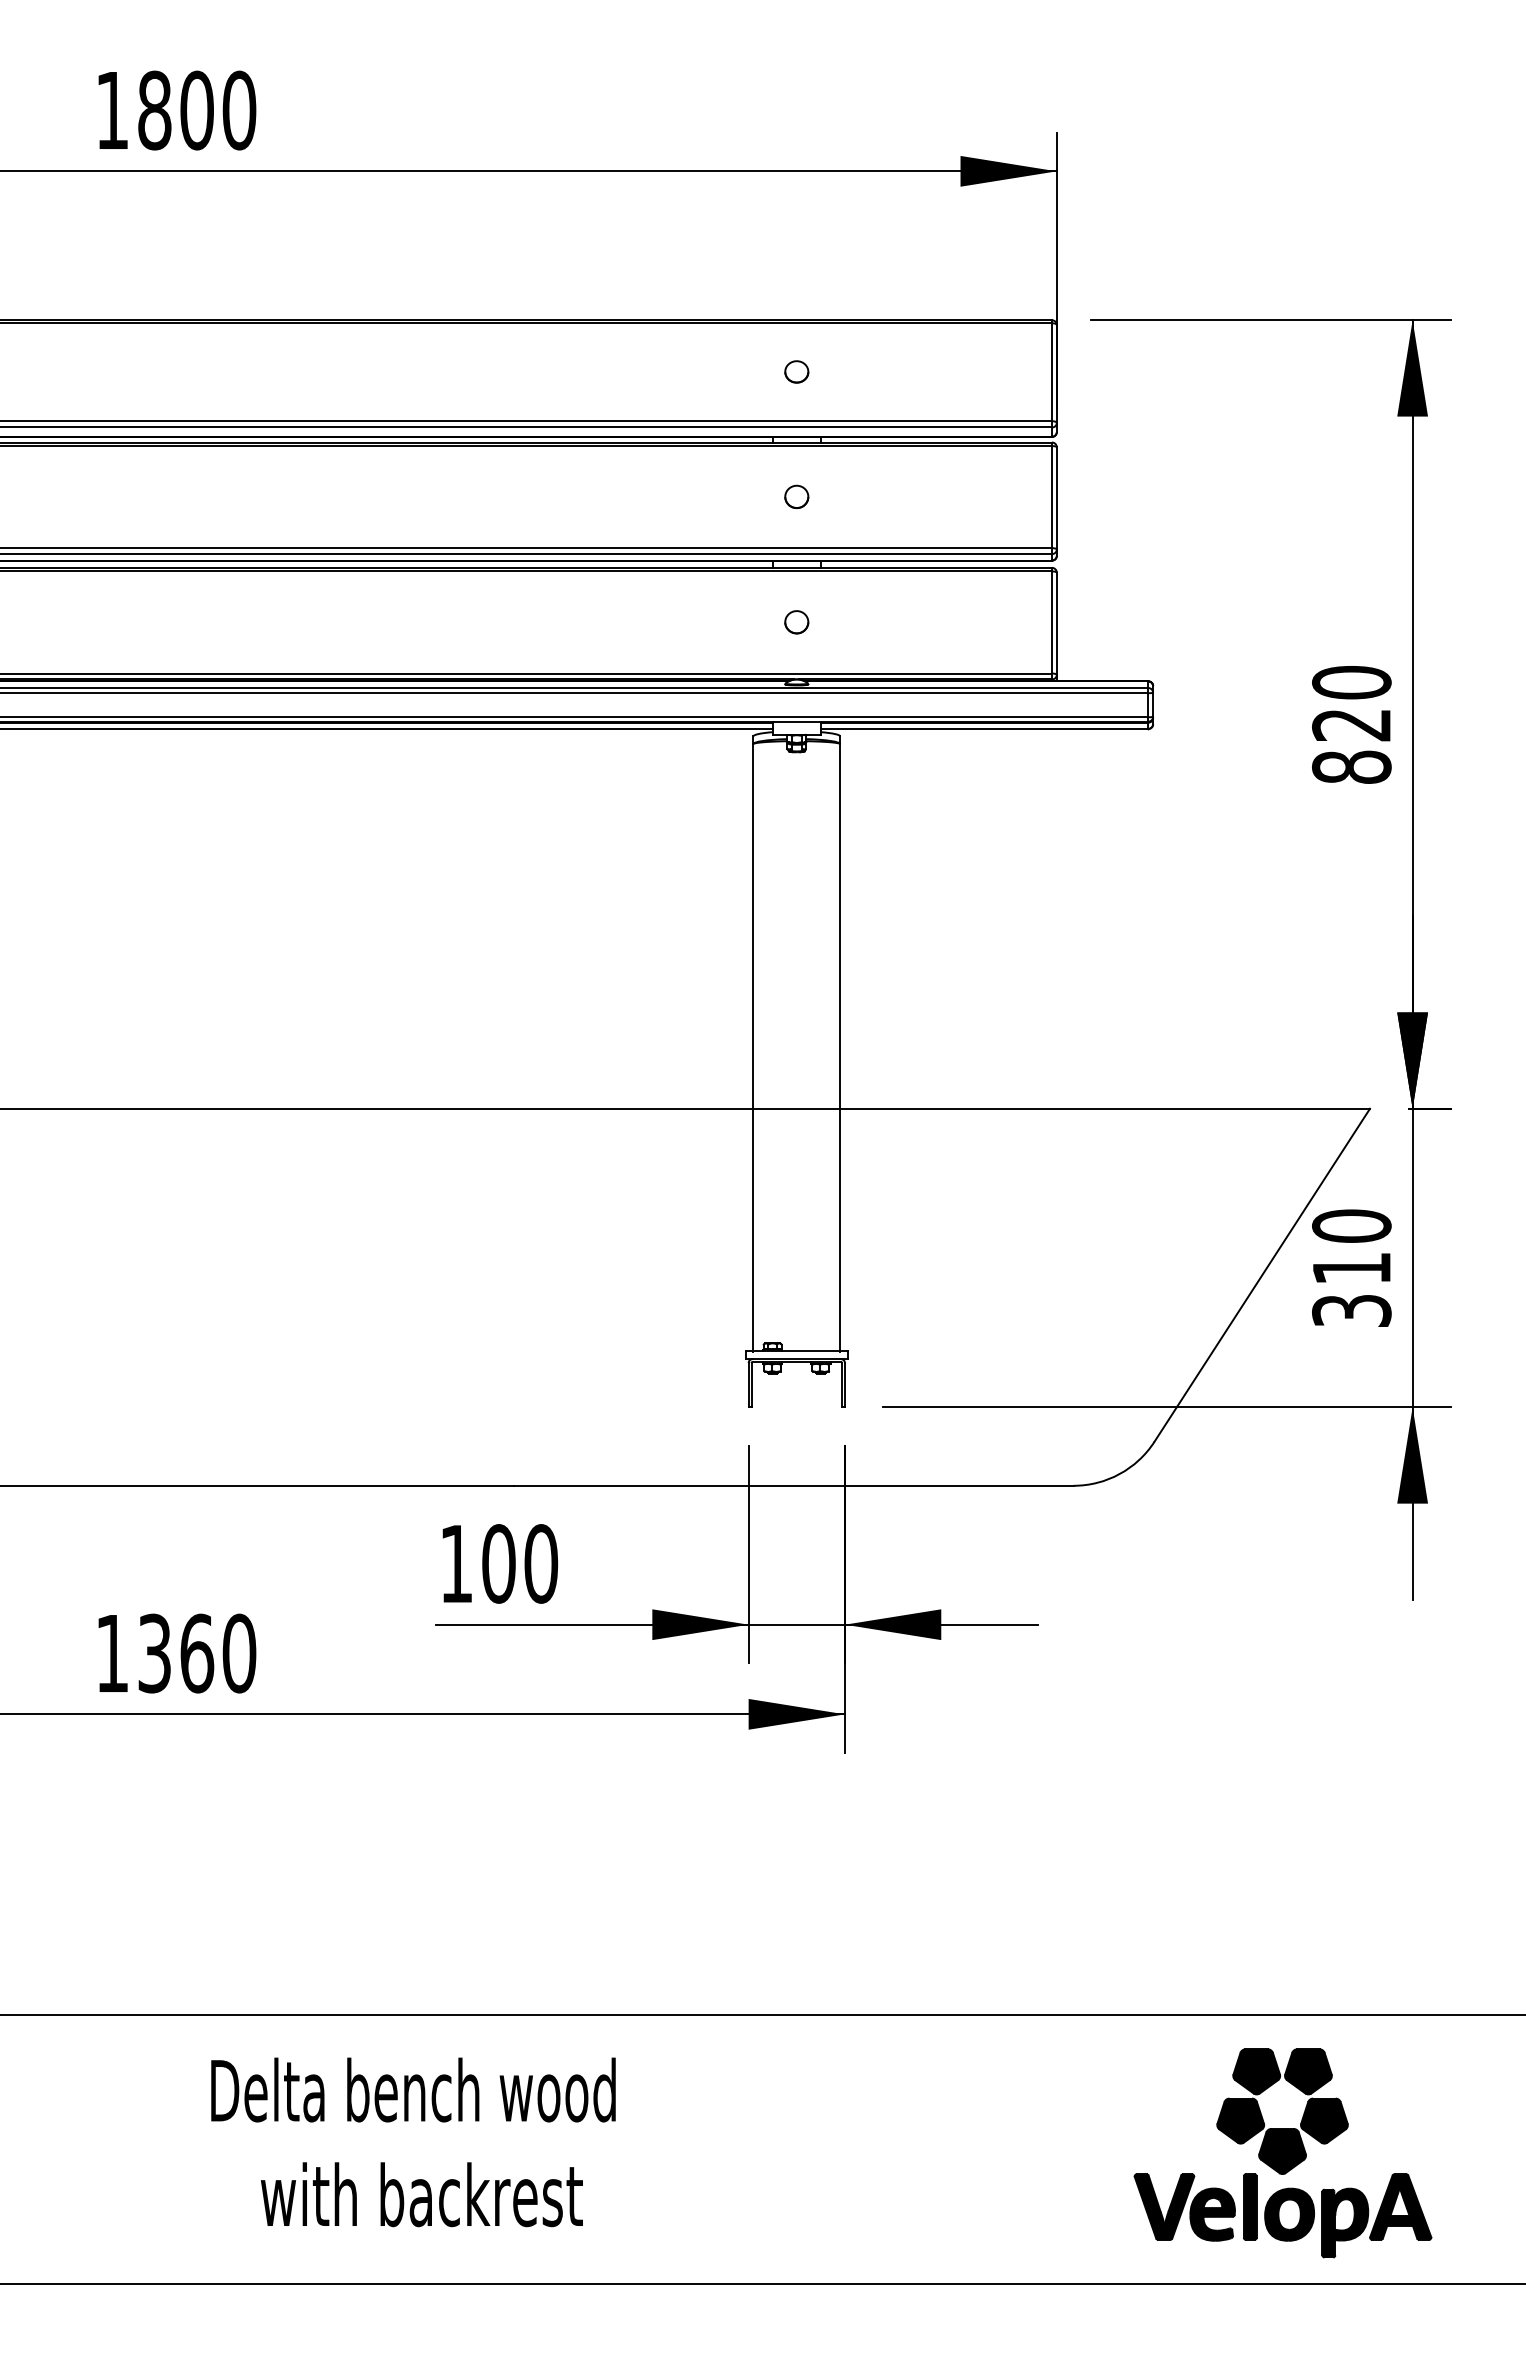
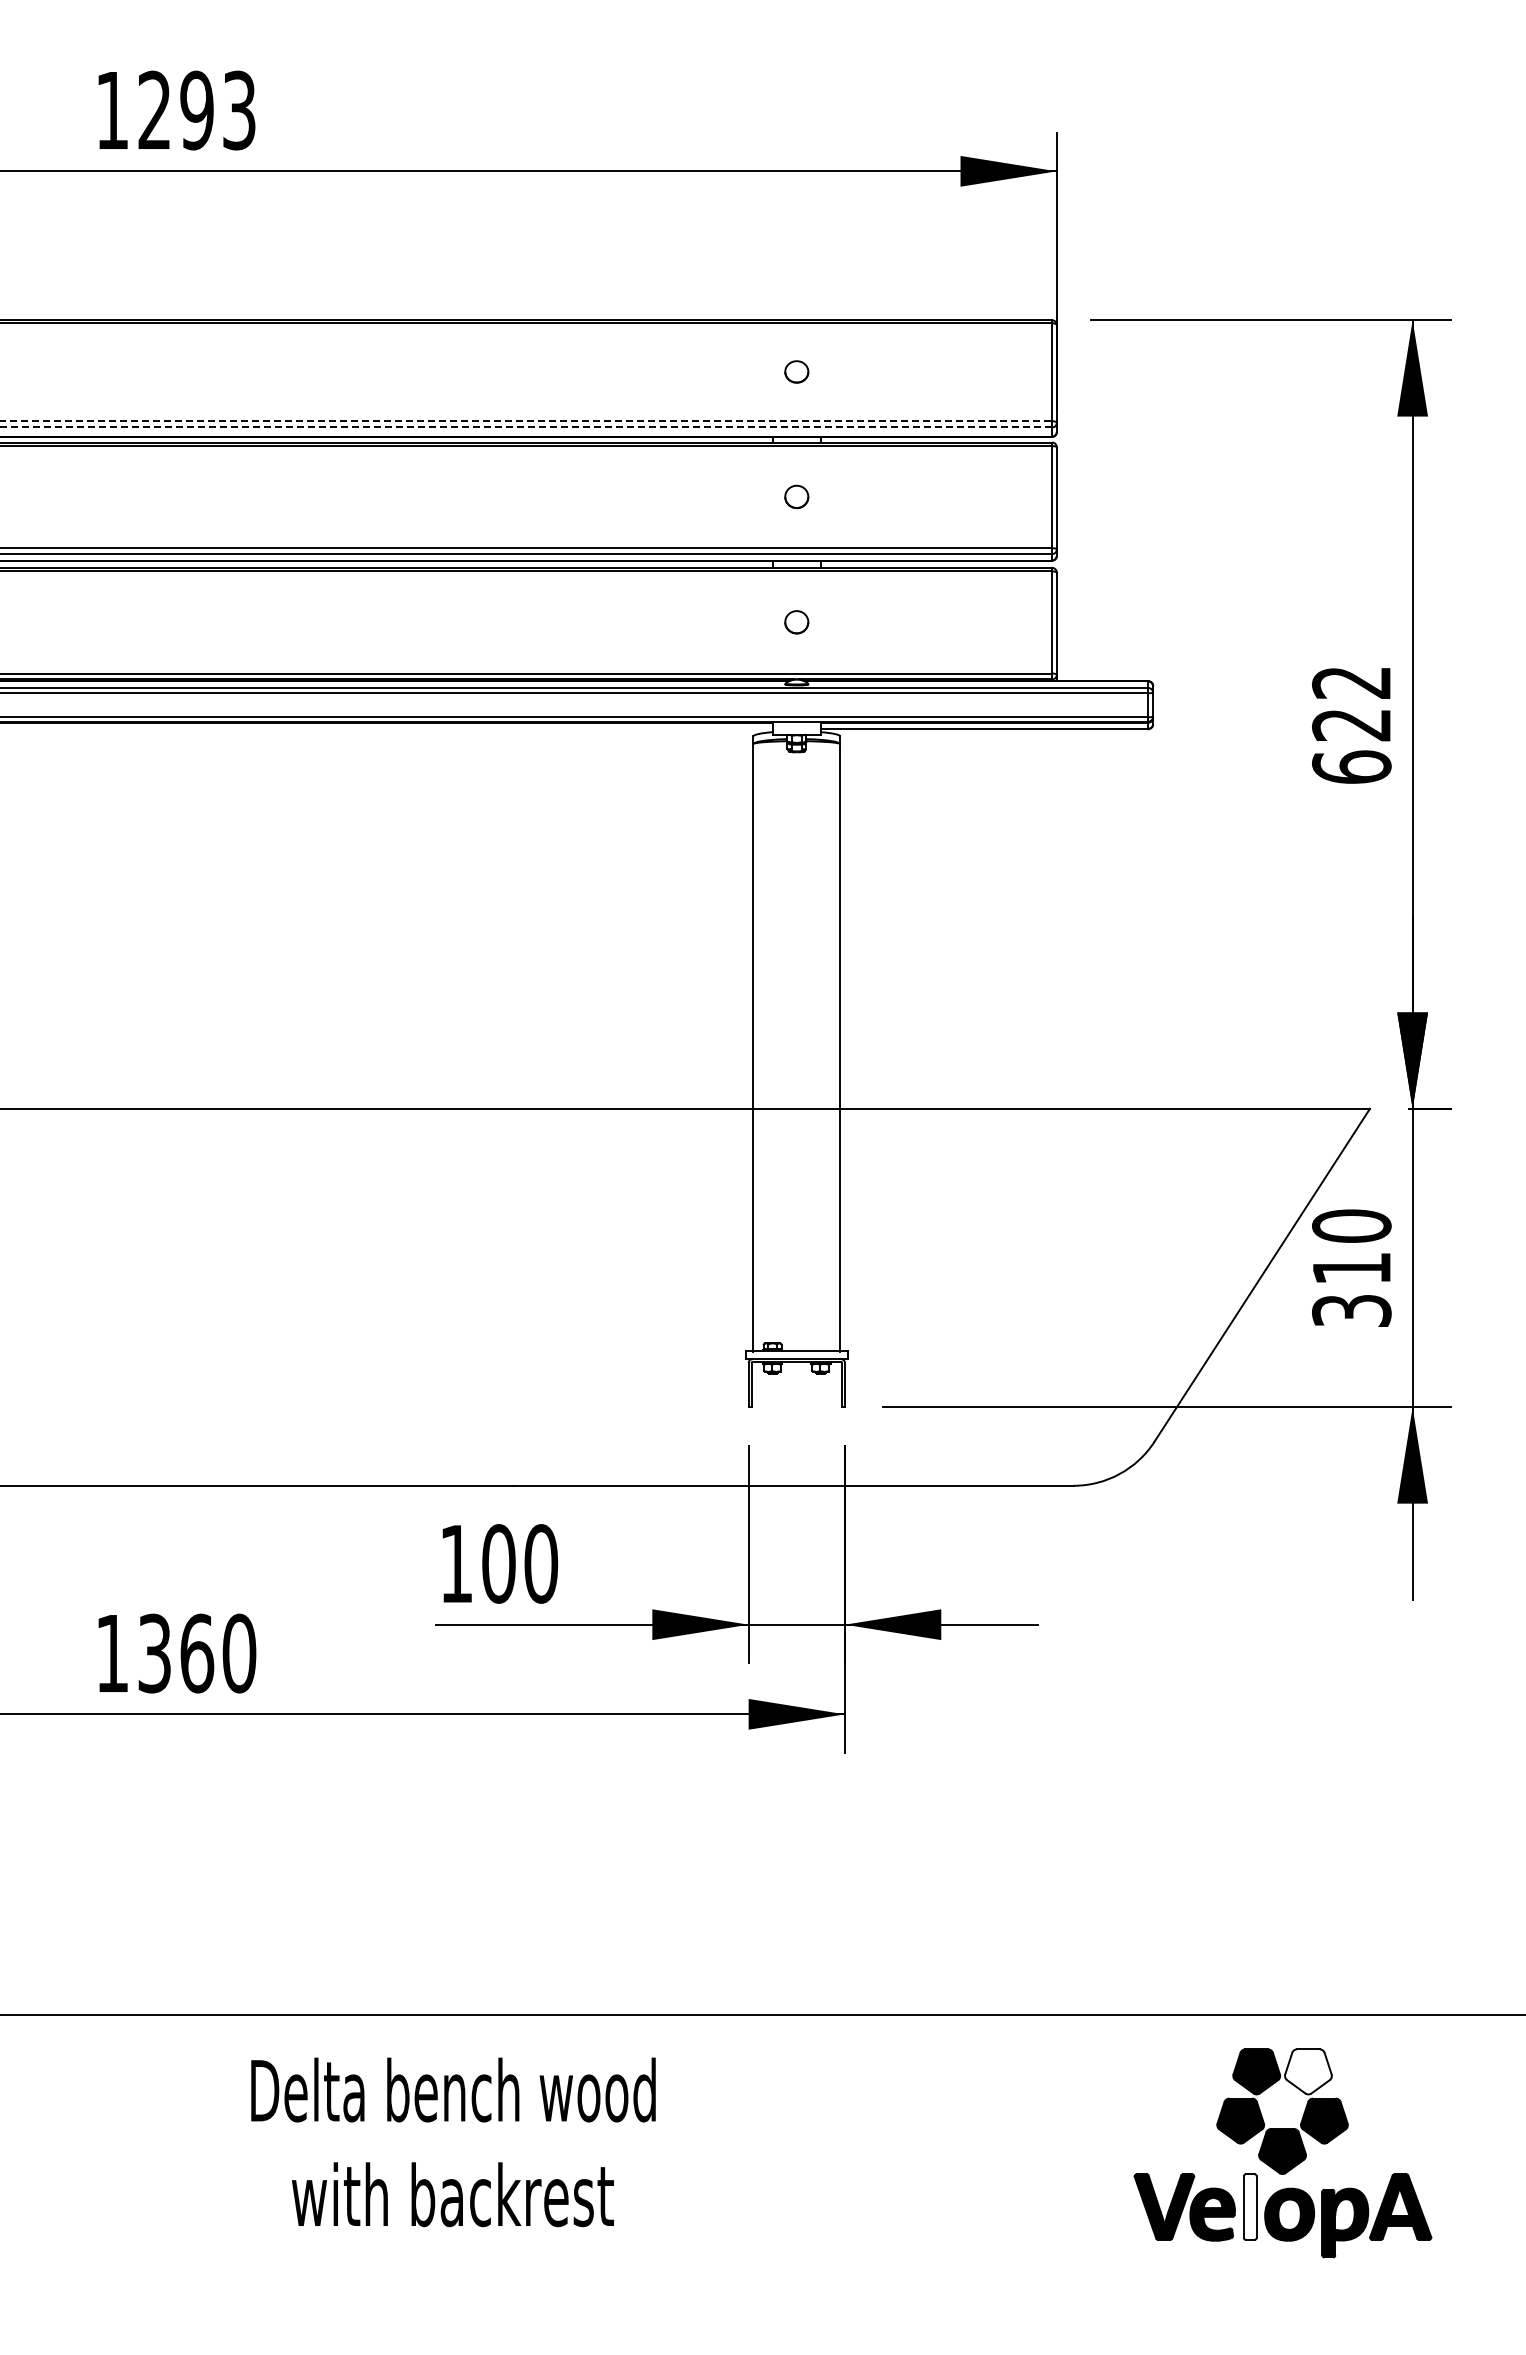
text at (197, 110): 1800 -> 1293
line at (526, 421): solid -> dashed
line at (526, 427): solid -> dashed
text at (1351, 724): 820 -> 622
line at (387, 728): present -> none
fill at (1308, 2071): present -> none
text at (413, 2089) position: (413, 2089) -> (453, 2089)
text at (421, 2194) position: (421, 2194) -> (452, 2194)
fill at (1249, 2206): present -> none
line at (762, 2284): present -> none
